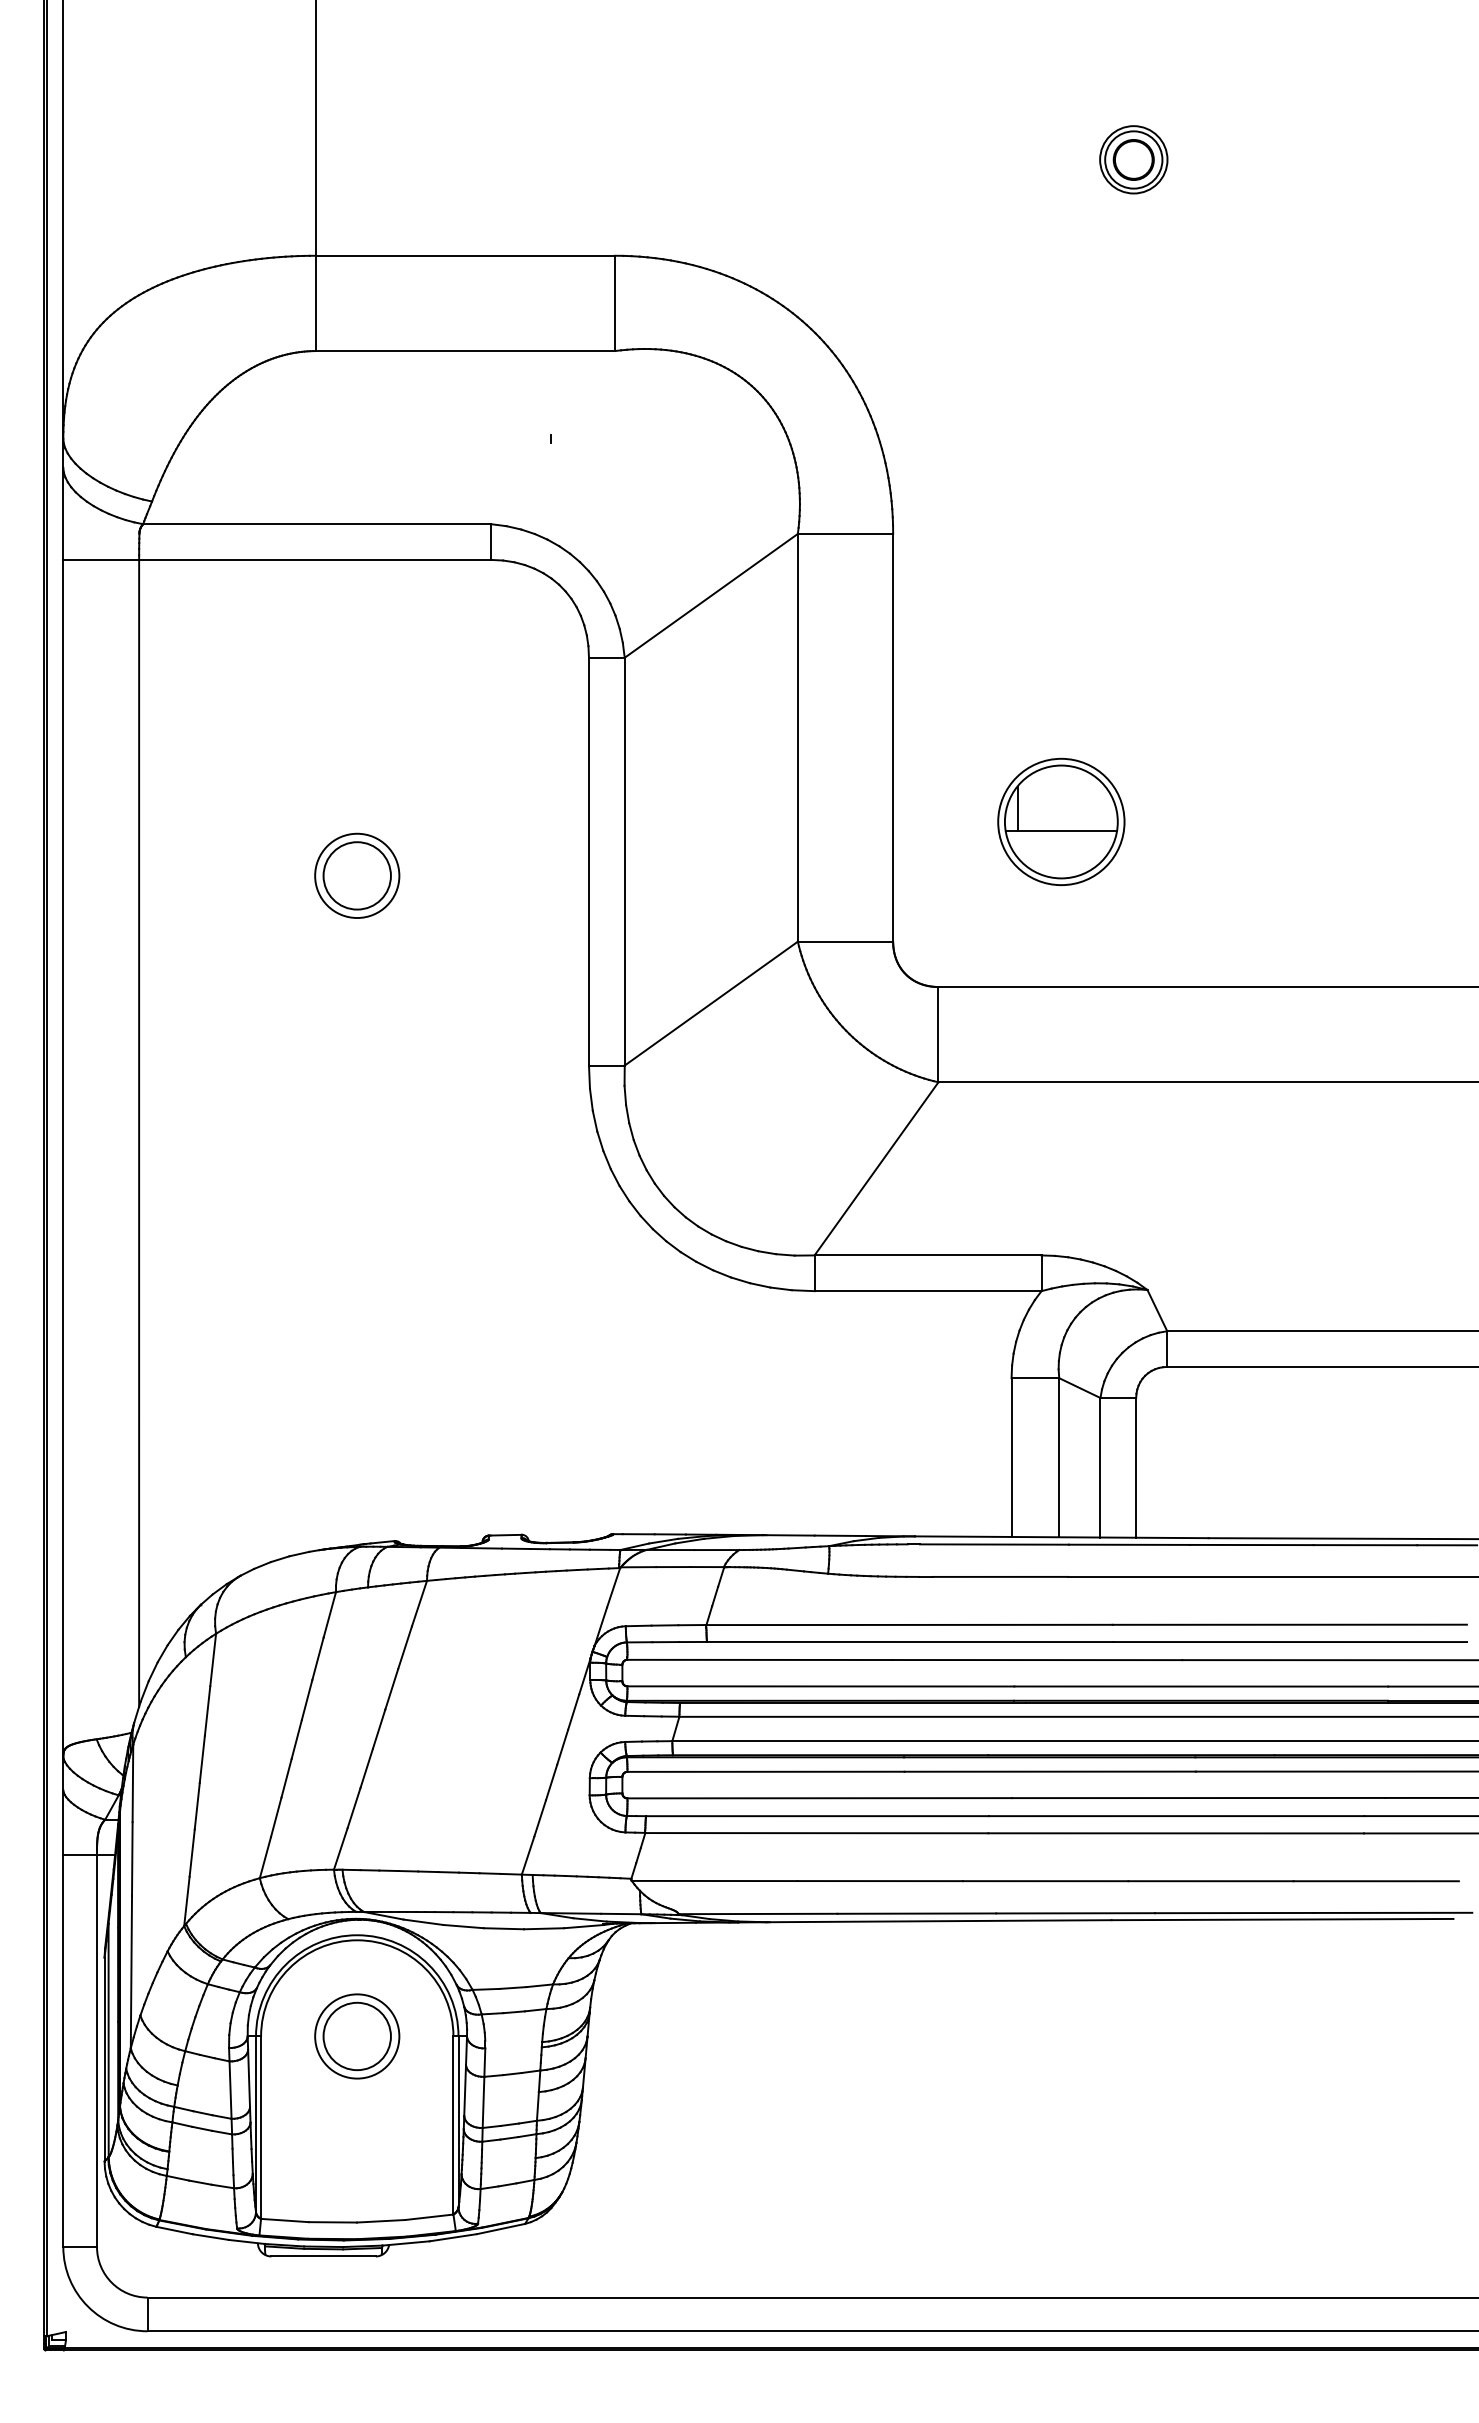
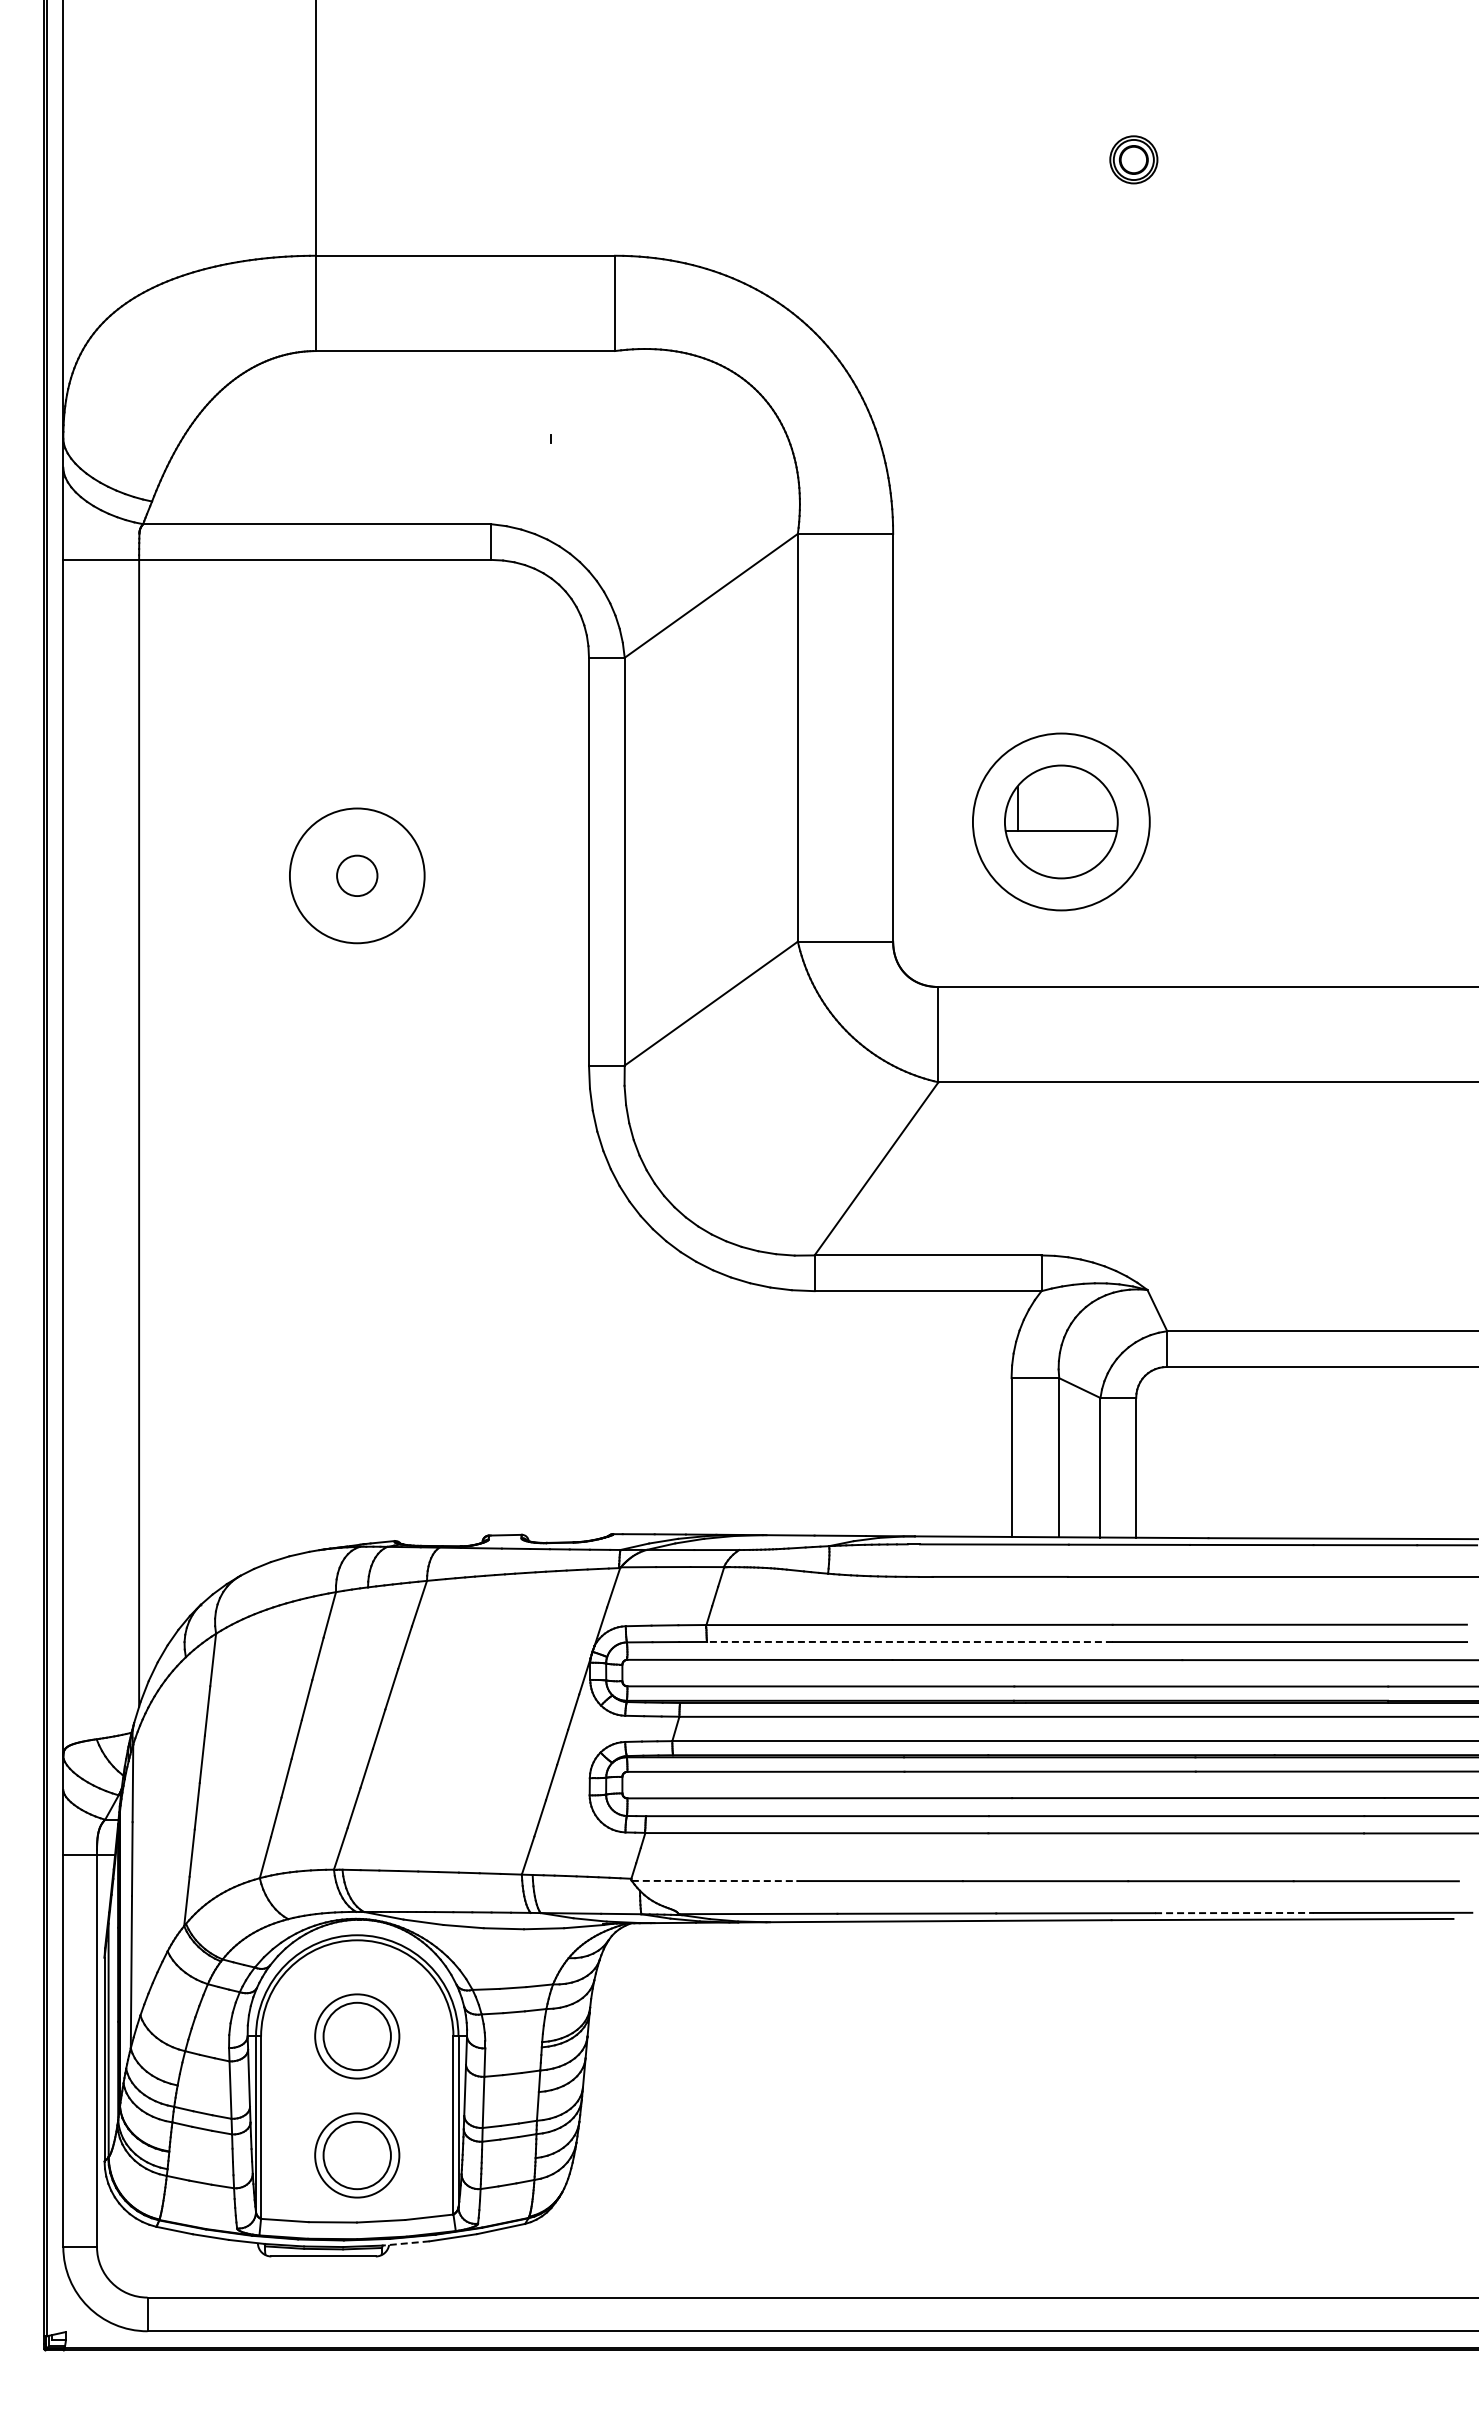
part at (1133, 159) size: 70x70 px -> 50x50 px
circle at (1061, 821) diameter: 126 px -> 177 px
circle at (356, 875) diameter: 67 px -> 40 px
circle at (357, 875) diameter: 84 px -> 135 px
line at (909, 1642): solid -> dashed
line at (714, 1881): solid -> dashed
line at (1234, 1913): solid -> dashed
part at (357, 2155): none -> present
line at (406, 2243): solid -> dashed
